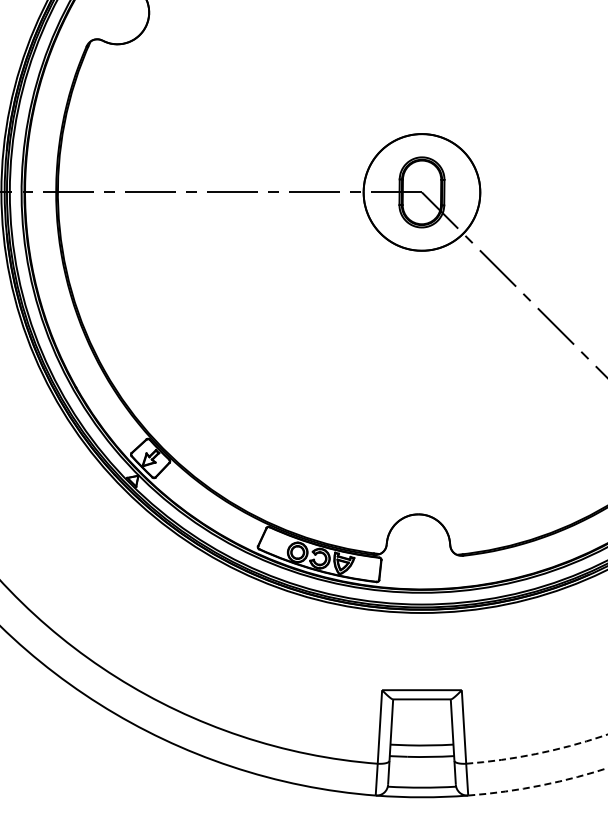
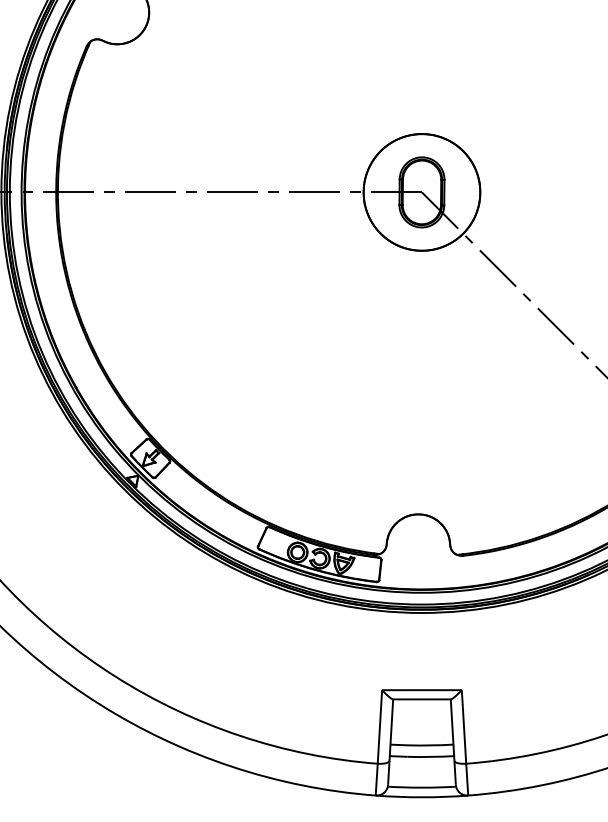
arc at (538, 753): dashed -> solid
arc at (539, 785): dashed -> solid
